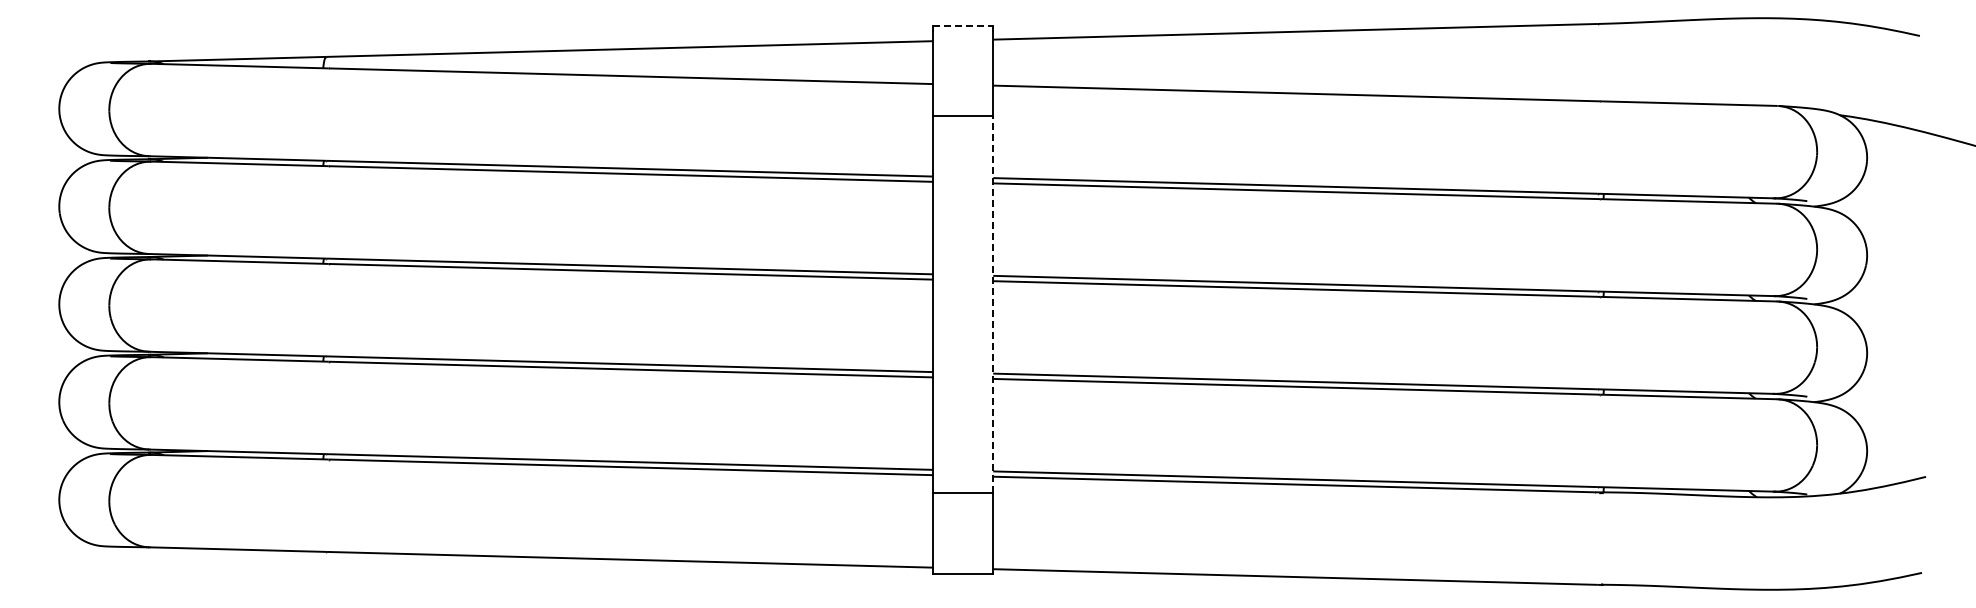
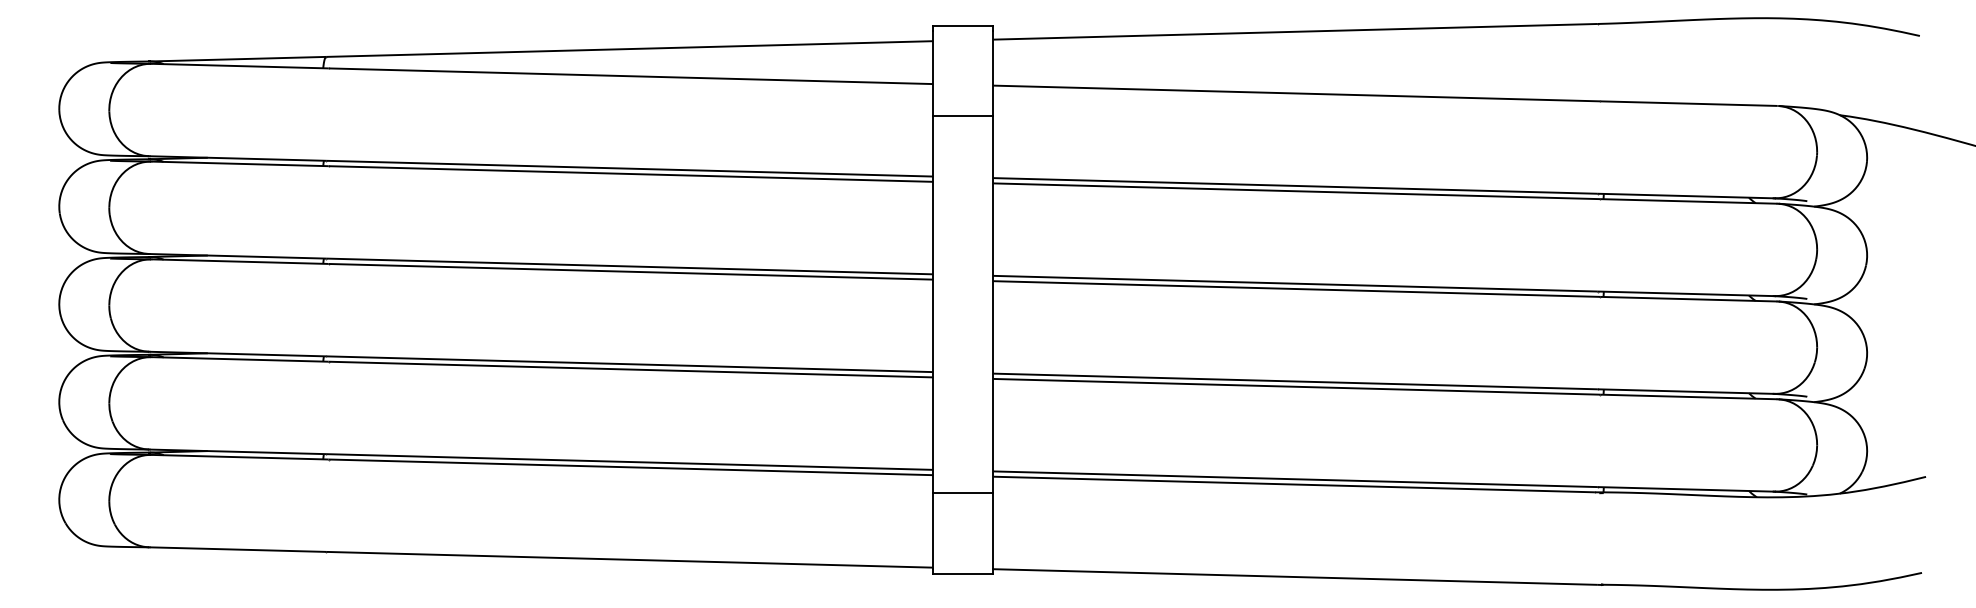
line at (963, 26): dashed -> solid
line at (993, 303): dashed -> solid
